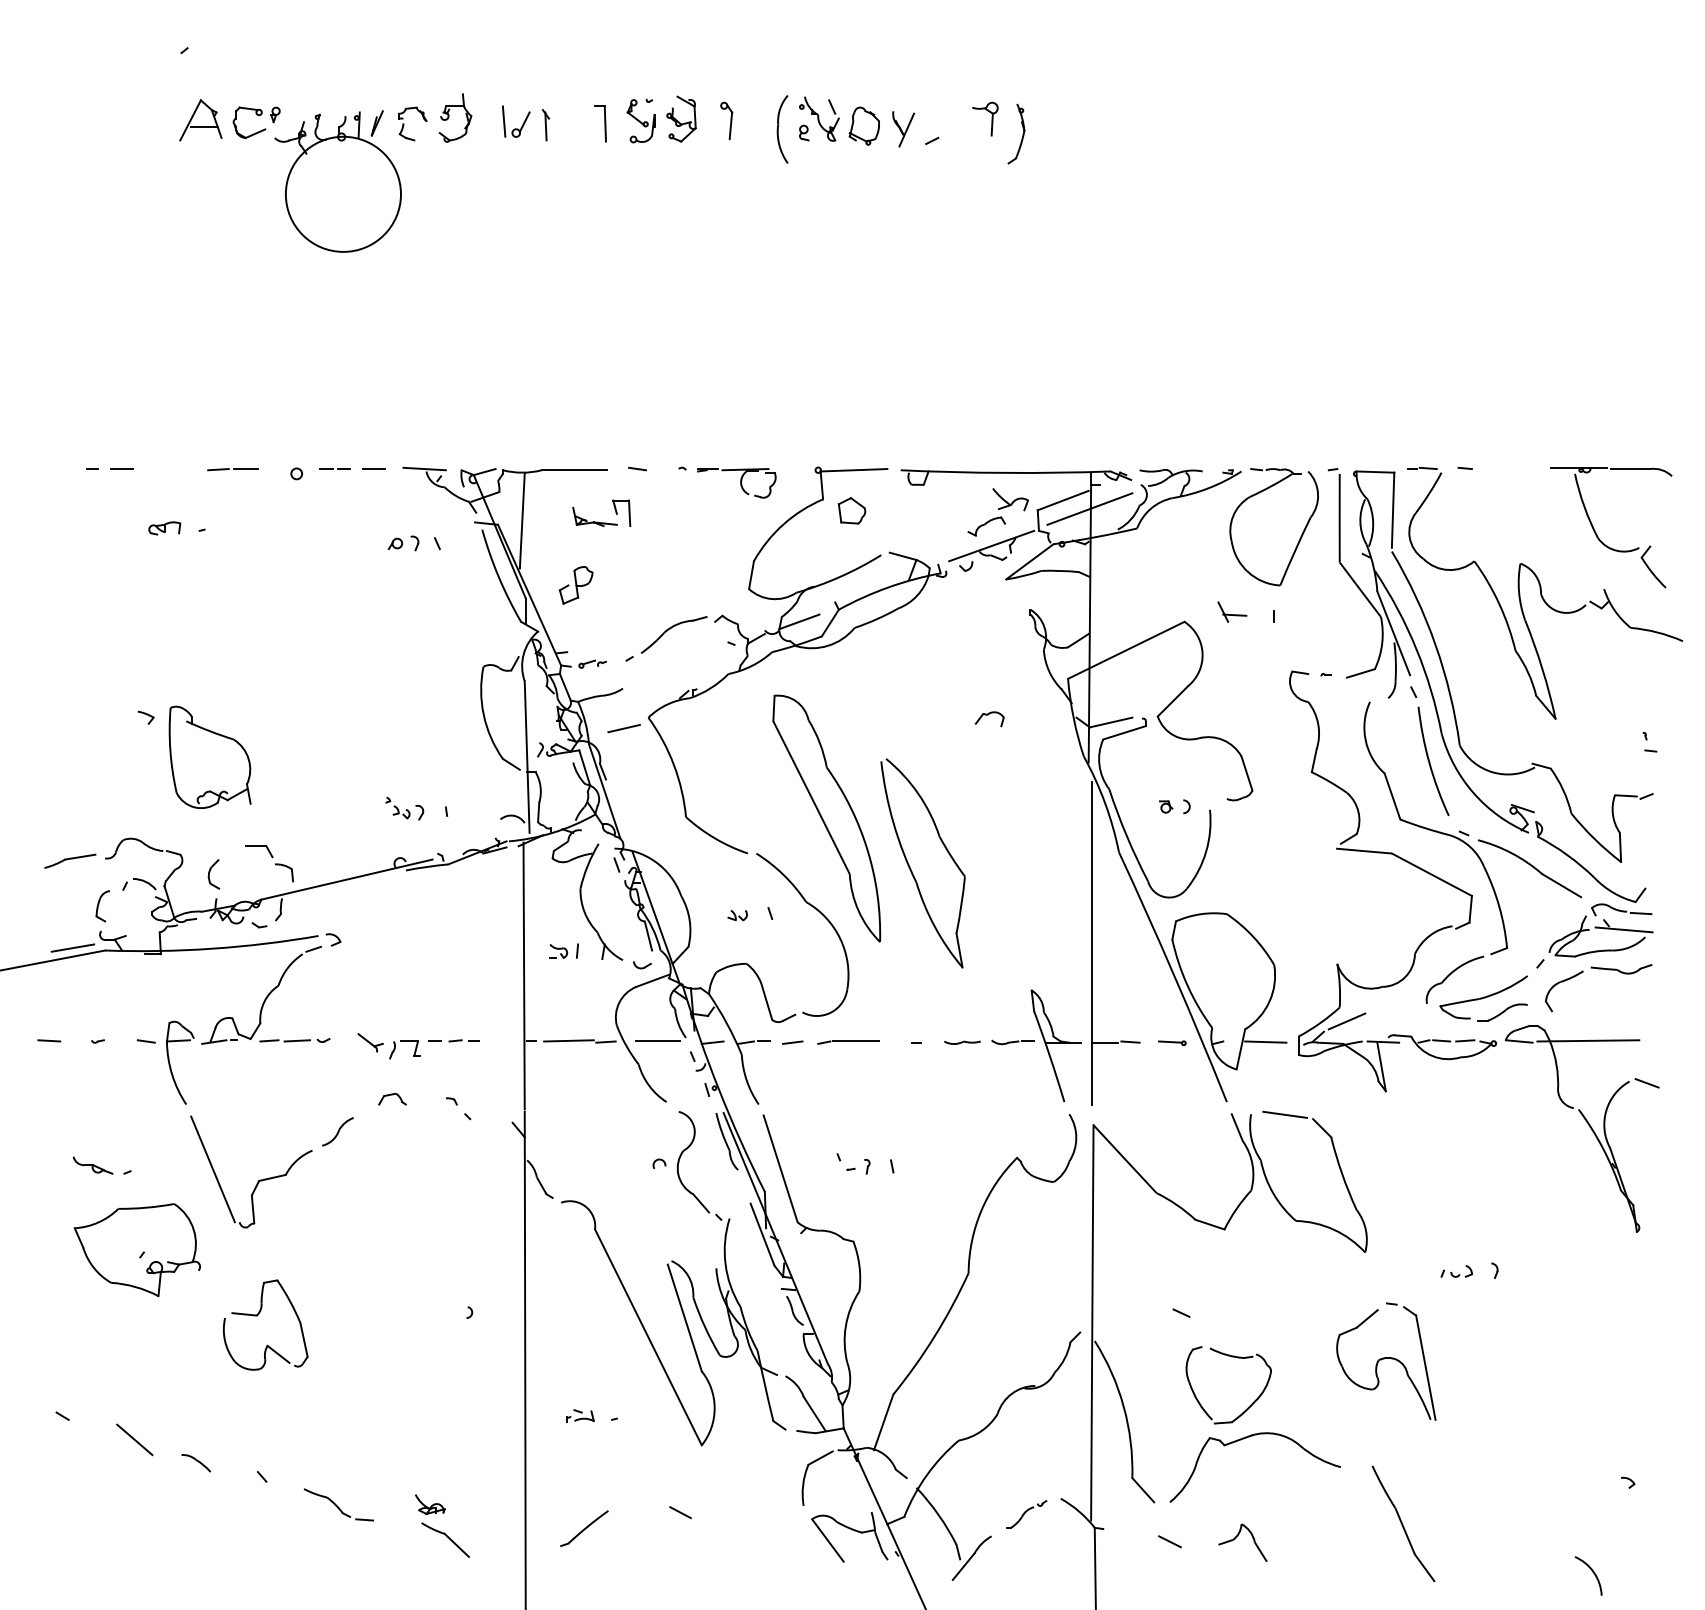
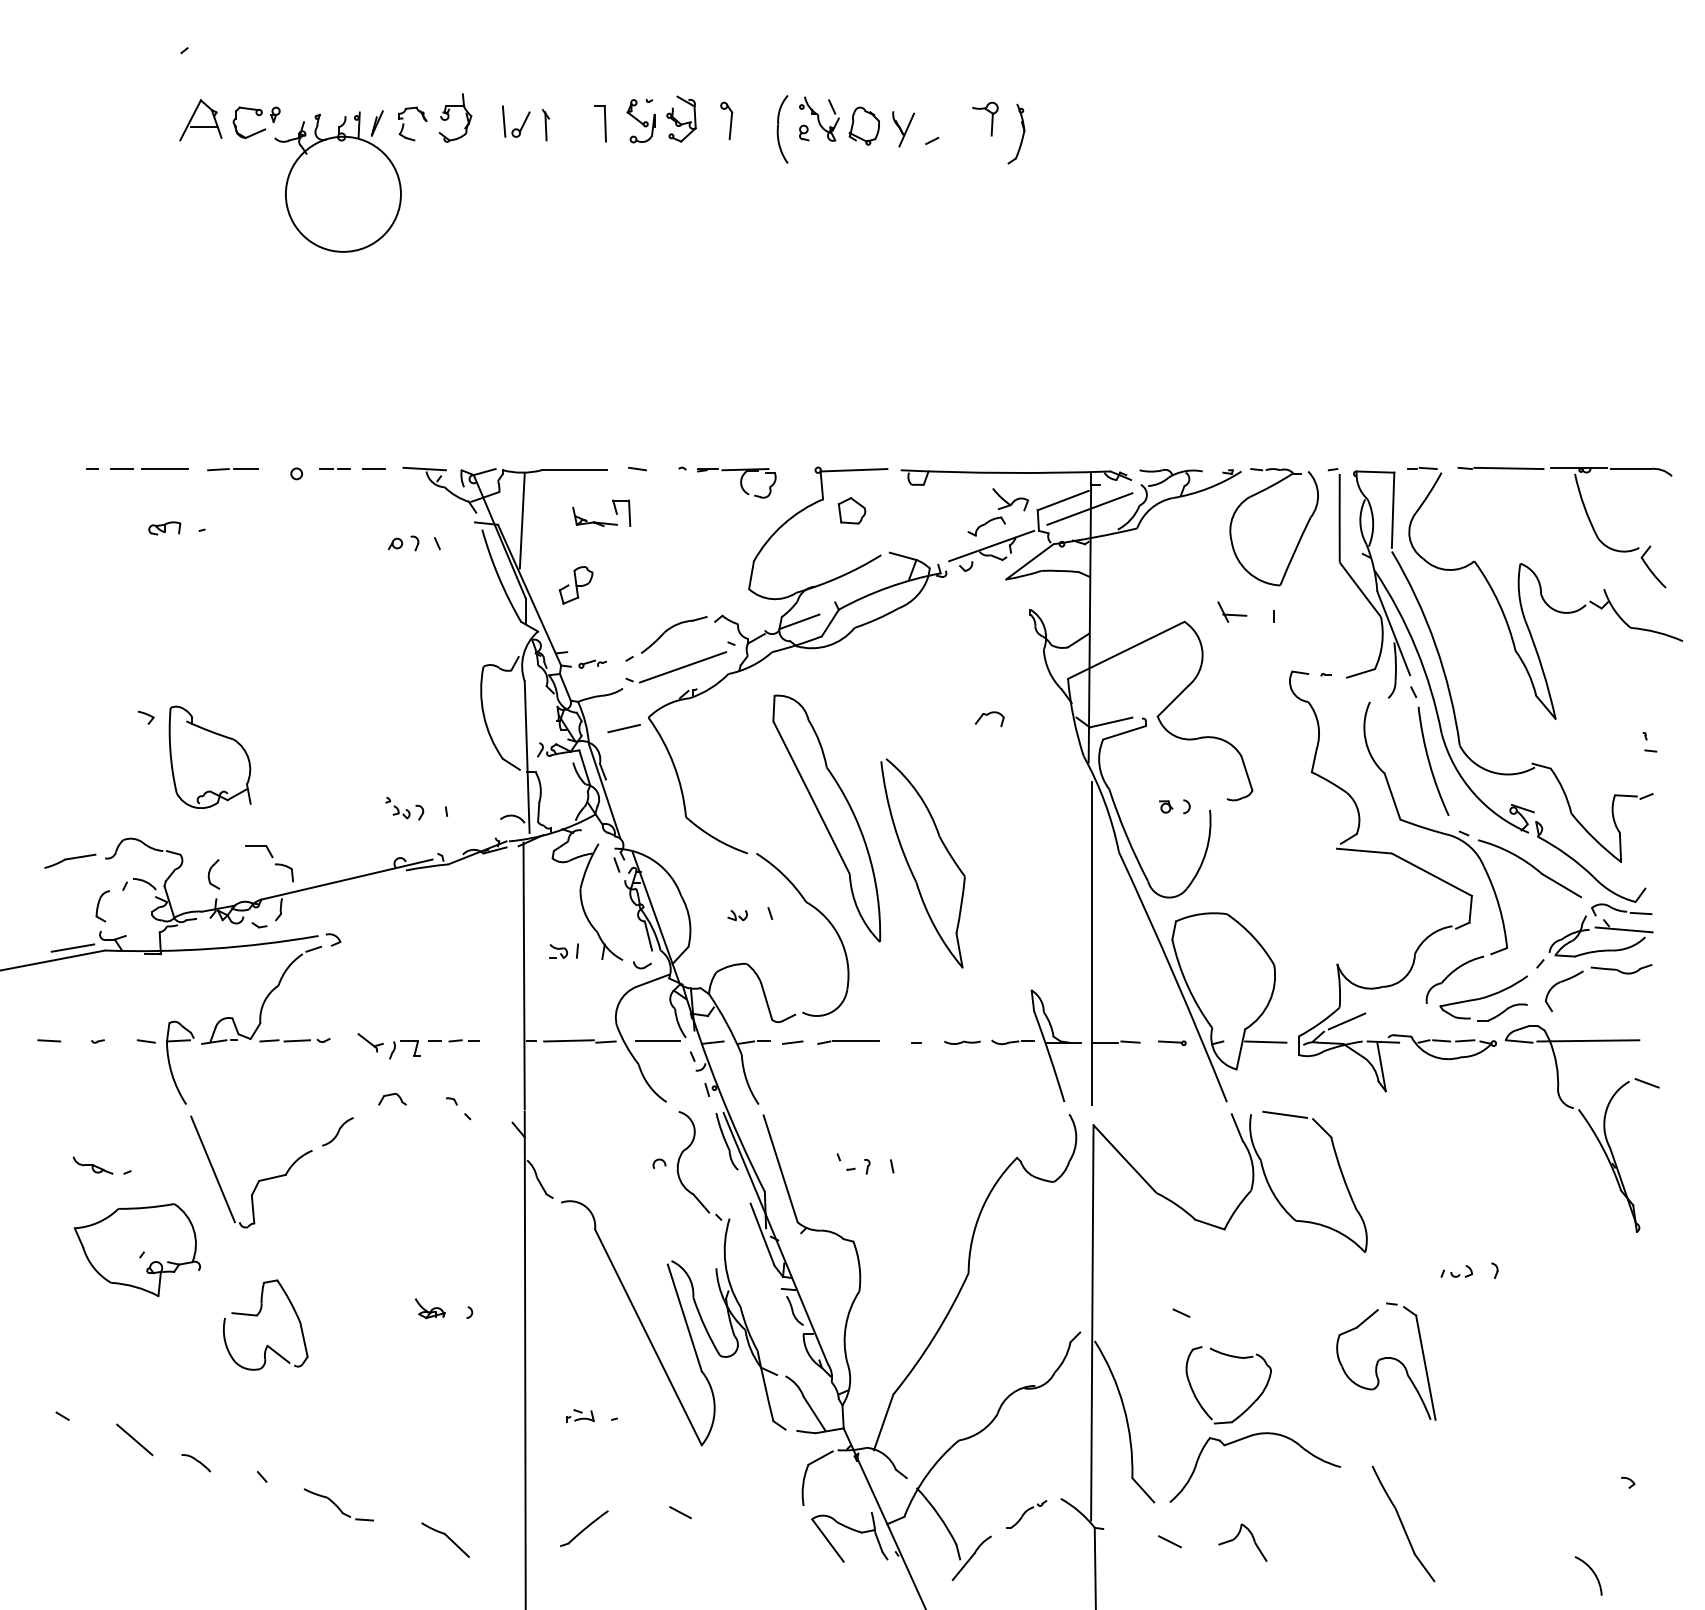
line at (1508, 468): none -> present
line at (164, 469): none -> present
part at (676, 667): none -> present
part at (430, 1504) position: (430, 1504) -> (430, 1308)
